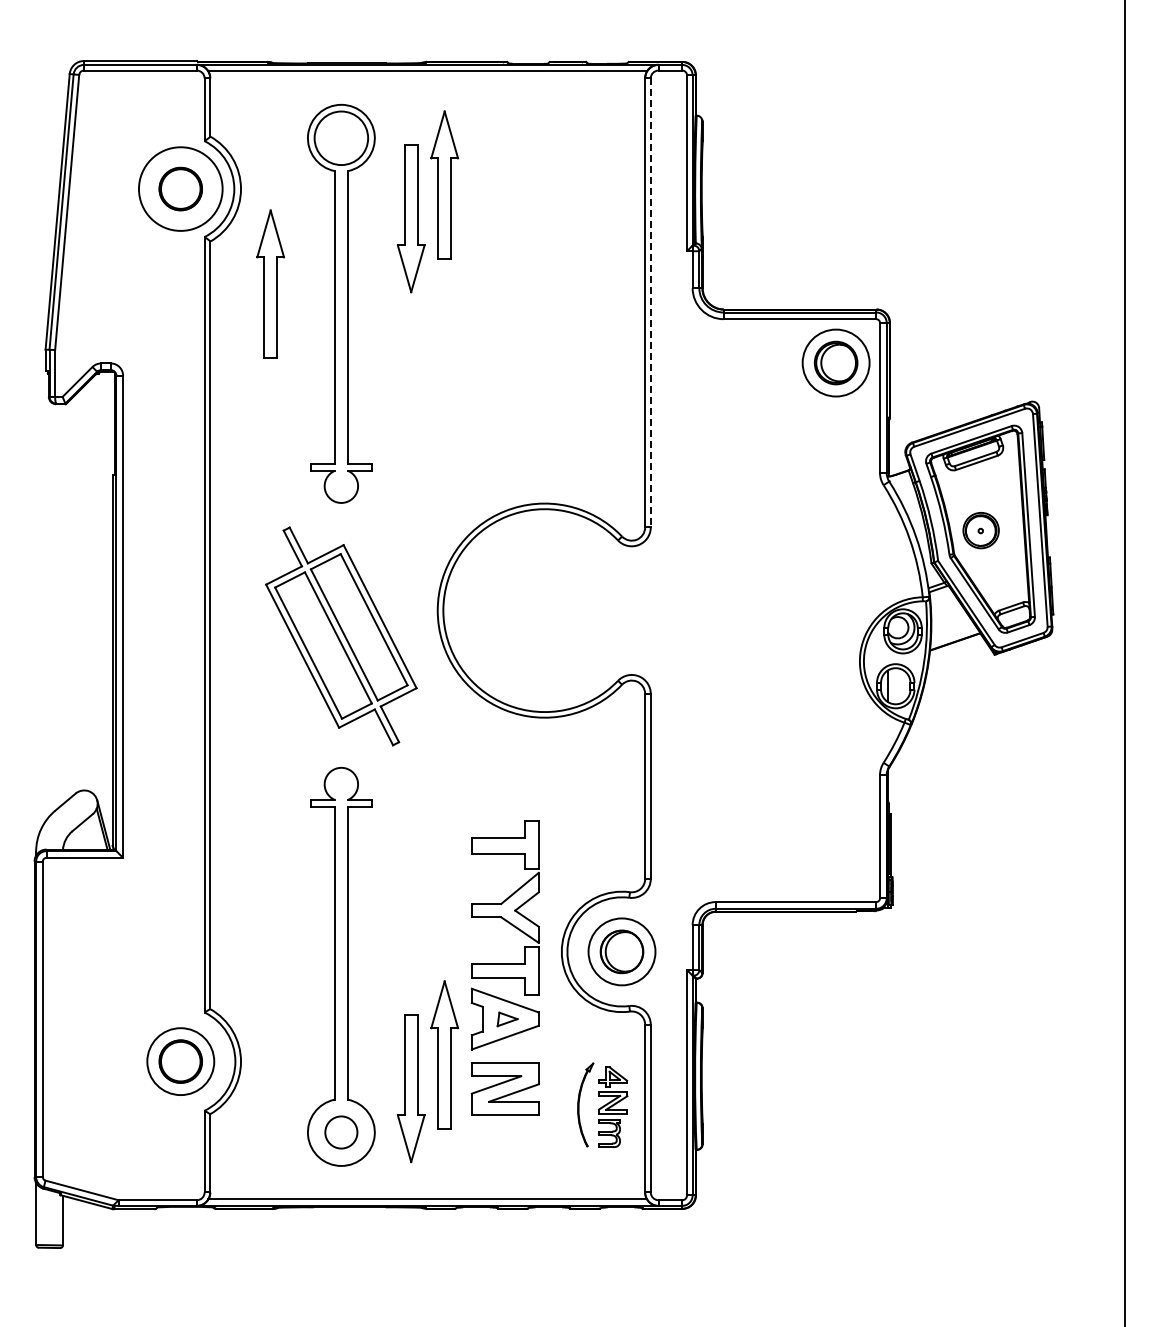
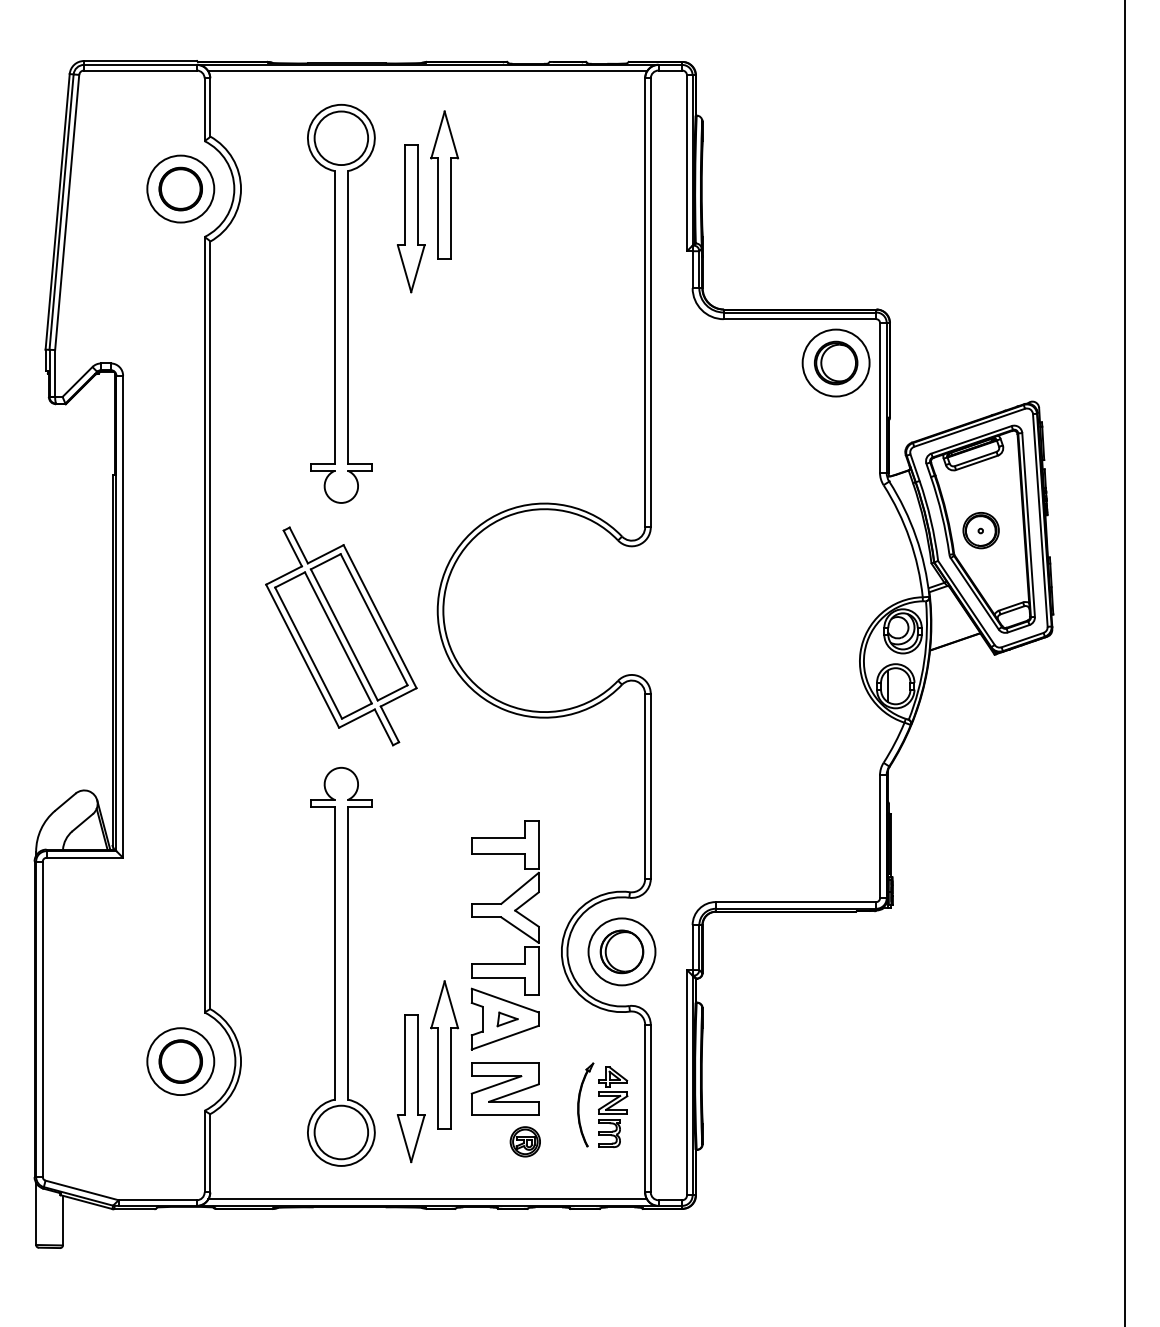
circle at (180, 188) diameter: 84 px -> 67 px
part at (270, 283): present -> none
line at (650, 302): dashed -> solid
circle at (341, 1132) diameter: 32 px -> 54 px
part at (524, 1141): none -> present
